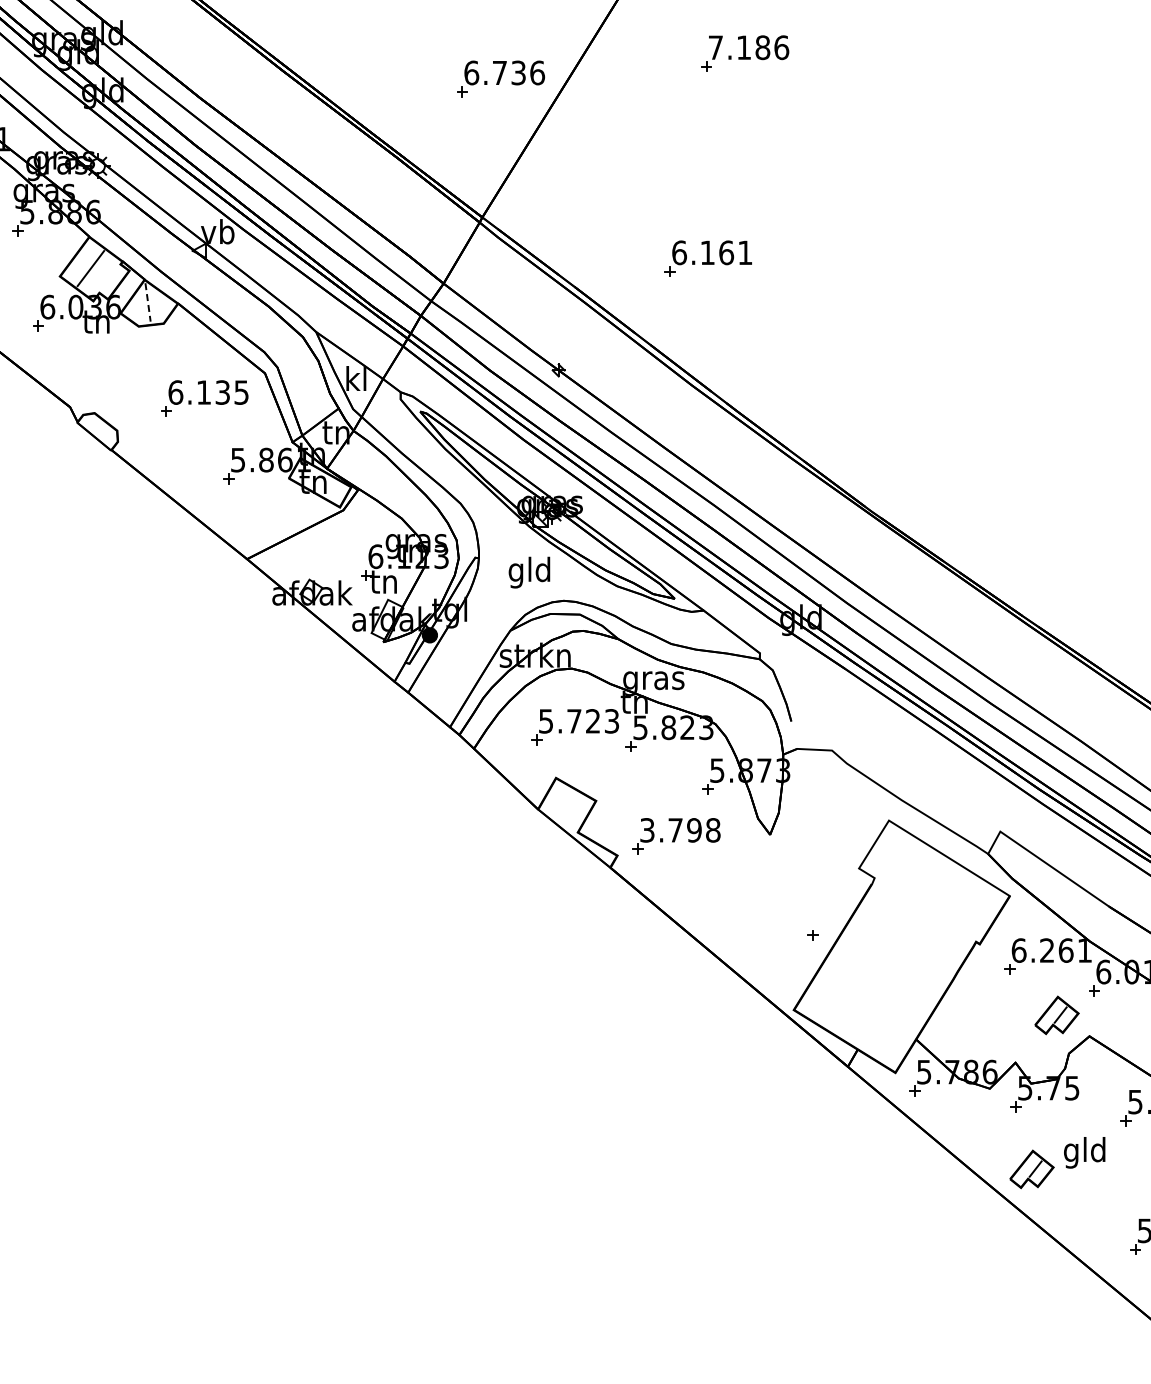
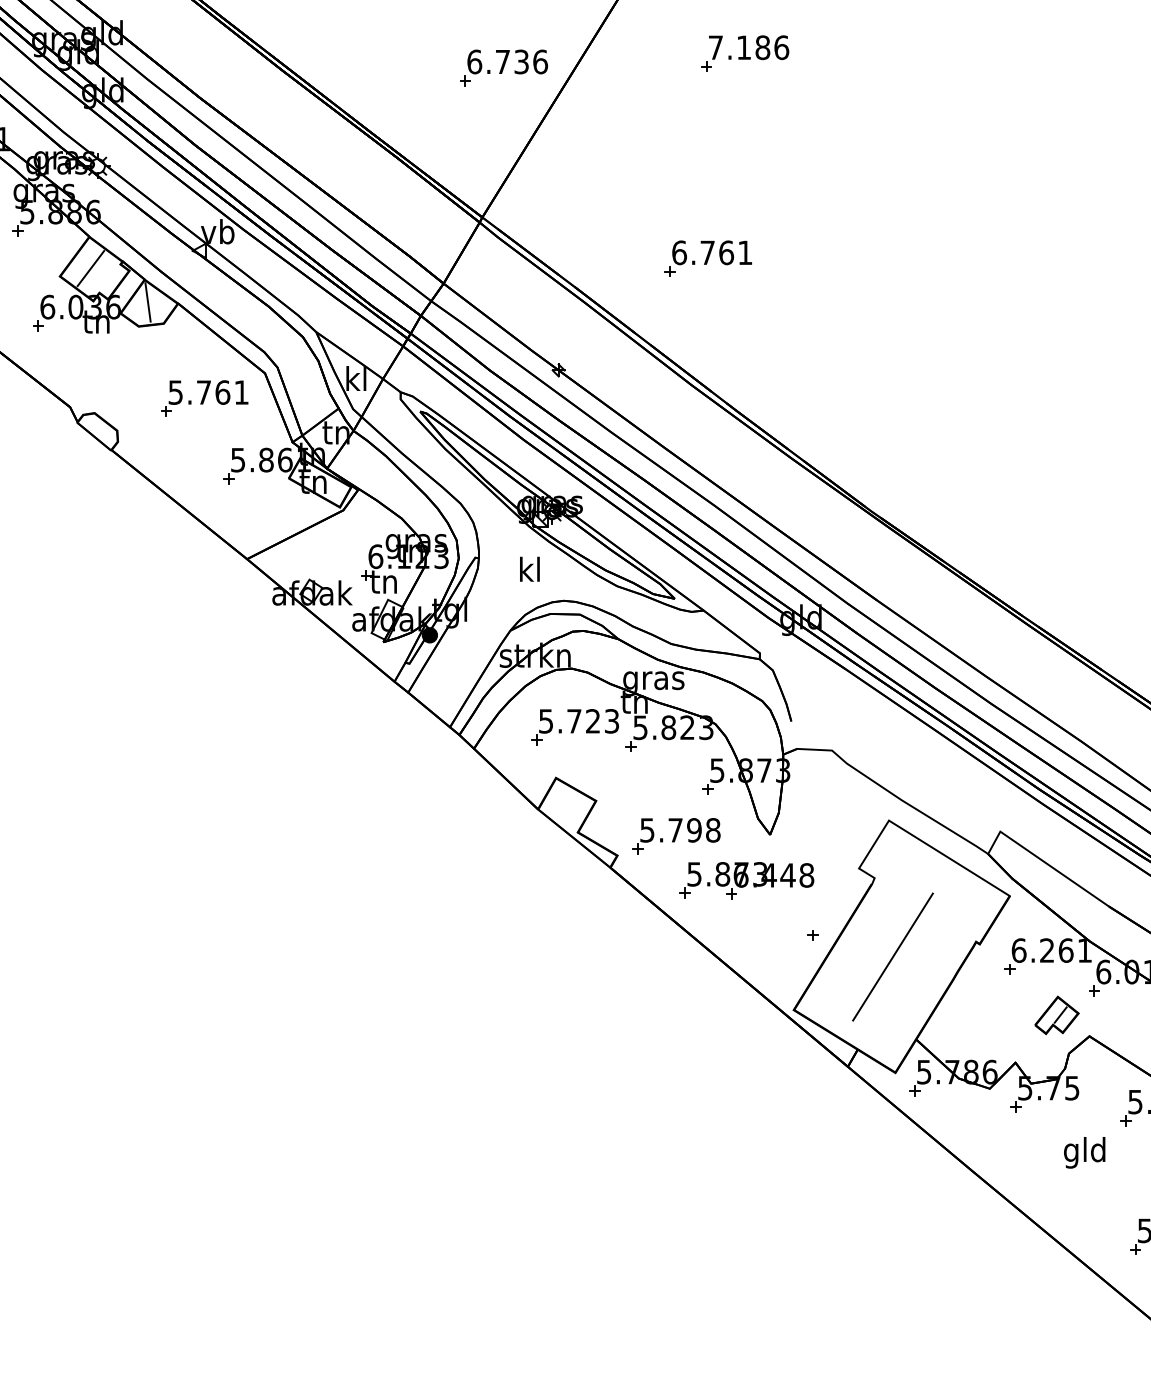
part at (501, 78) position: (501, 78) -> (504, 67)
text at (707, 252): 6.161 -> 6.761
line at (148, 302): dashed -> solid
text at (208, 392): 6.135 -> 5.761
text at (529, 572): gld -> kl
text at (647, 830): 3.798 -> 5.798
part at (746, 880): none -> present
line at (892, 956): none -> present
part at (1031, 1169): present -> none
